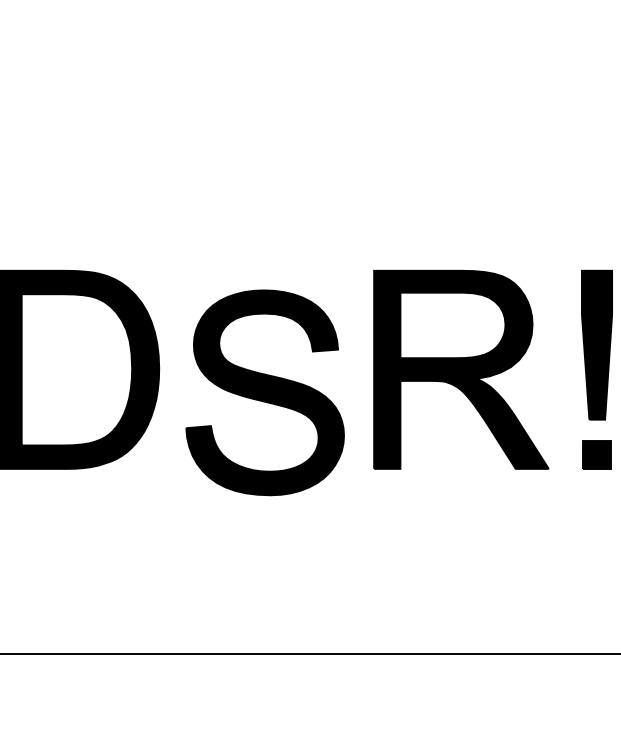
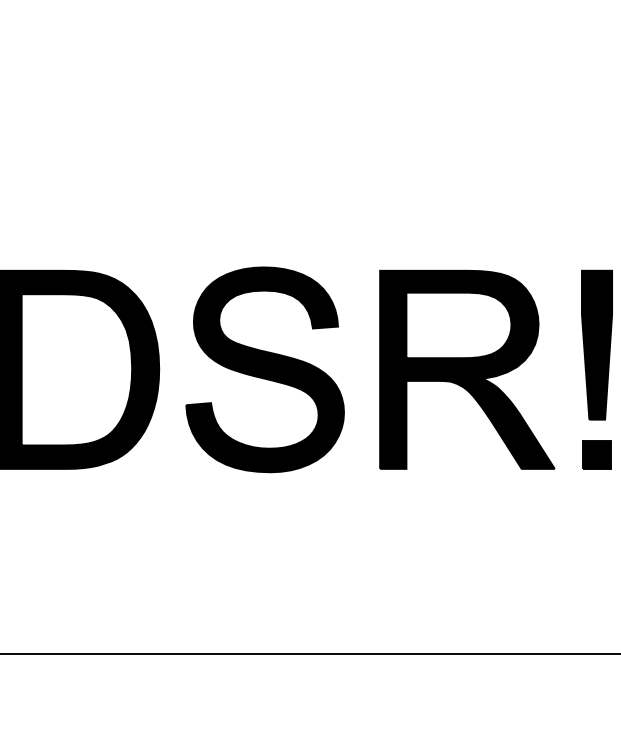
part at (461, 369) position: (461, 369) -> (467, 369)
part at (264, 392) position: (264, 392) -> (264, 369)
